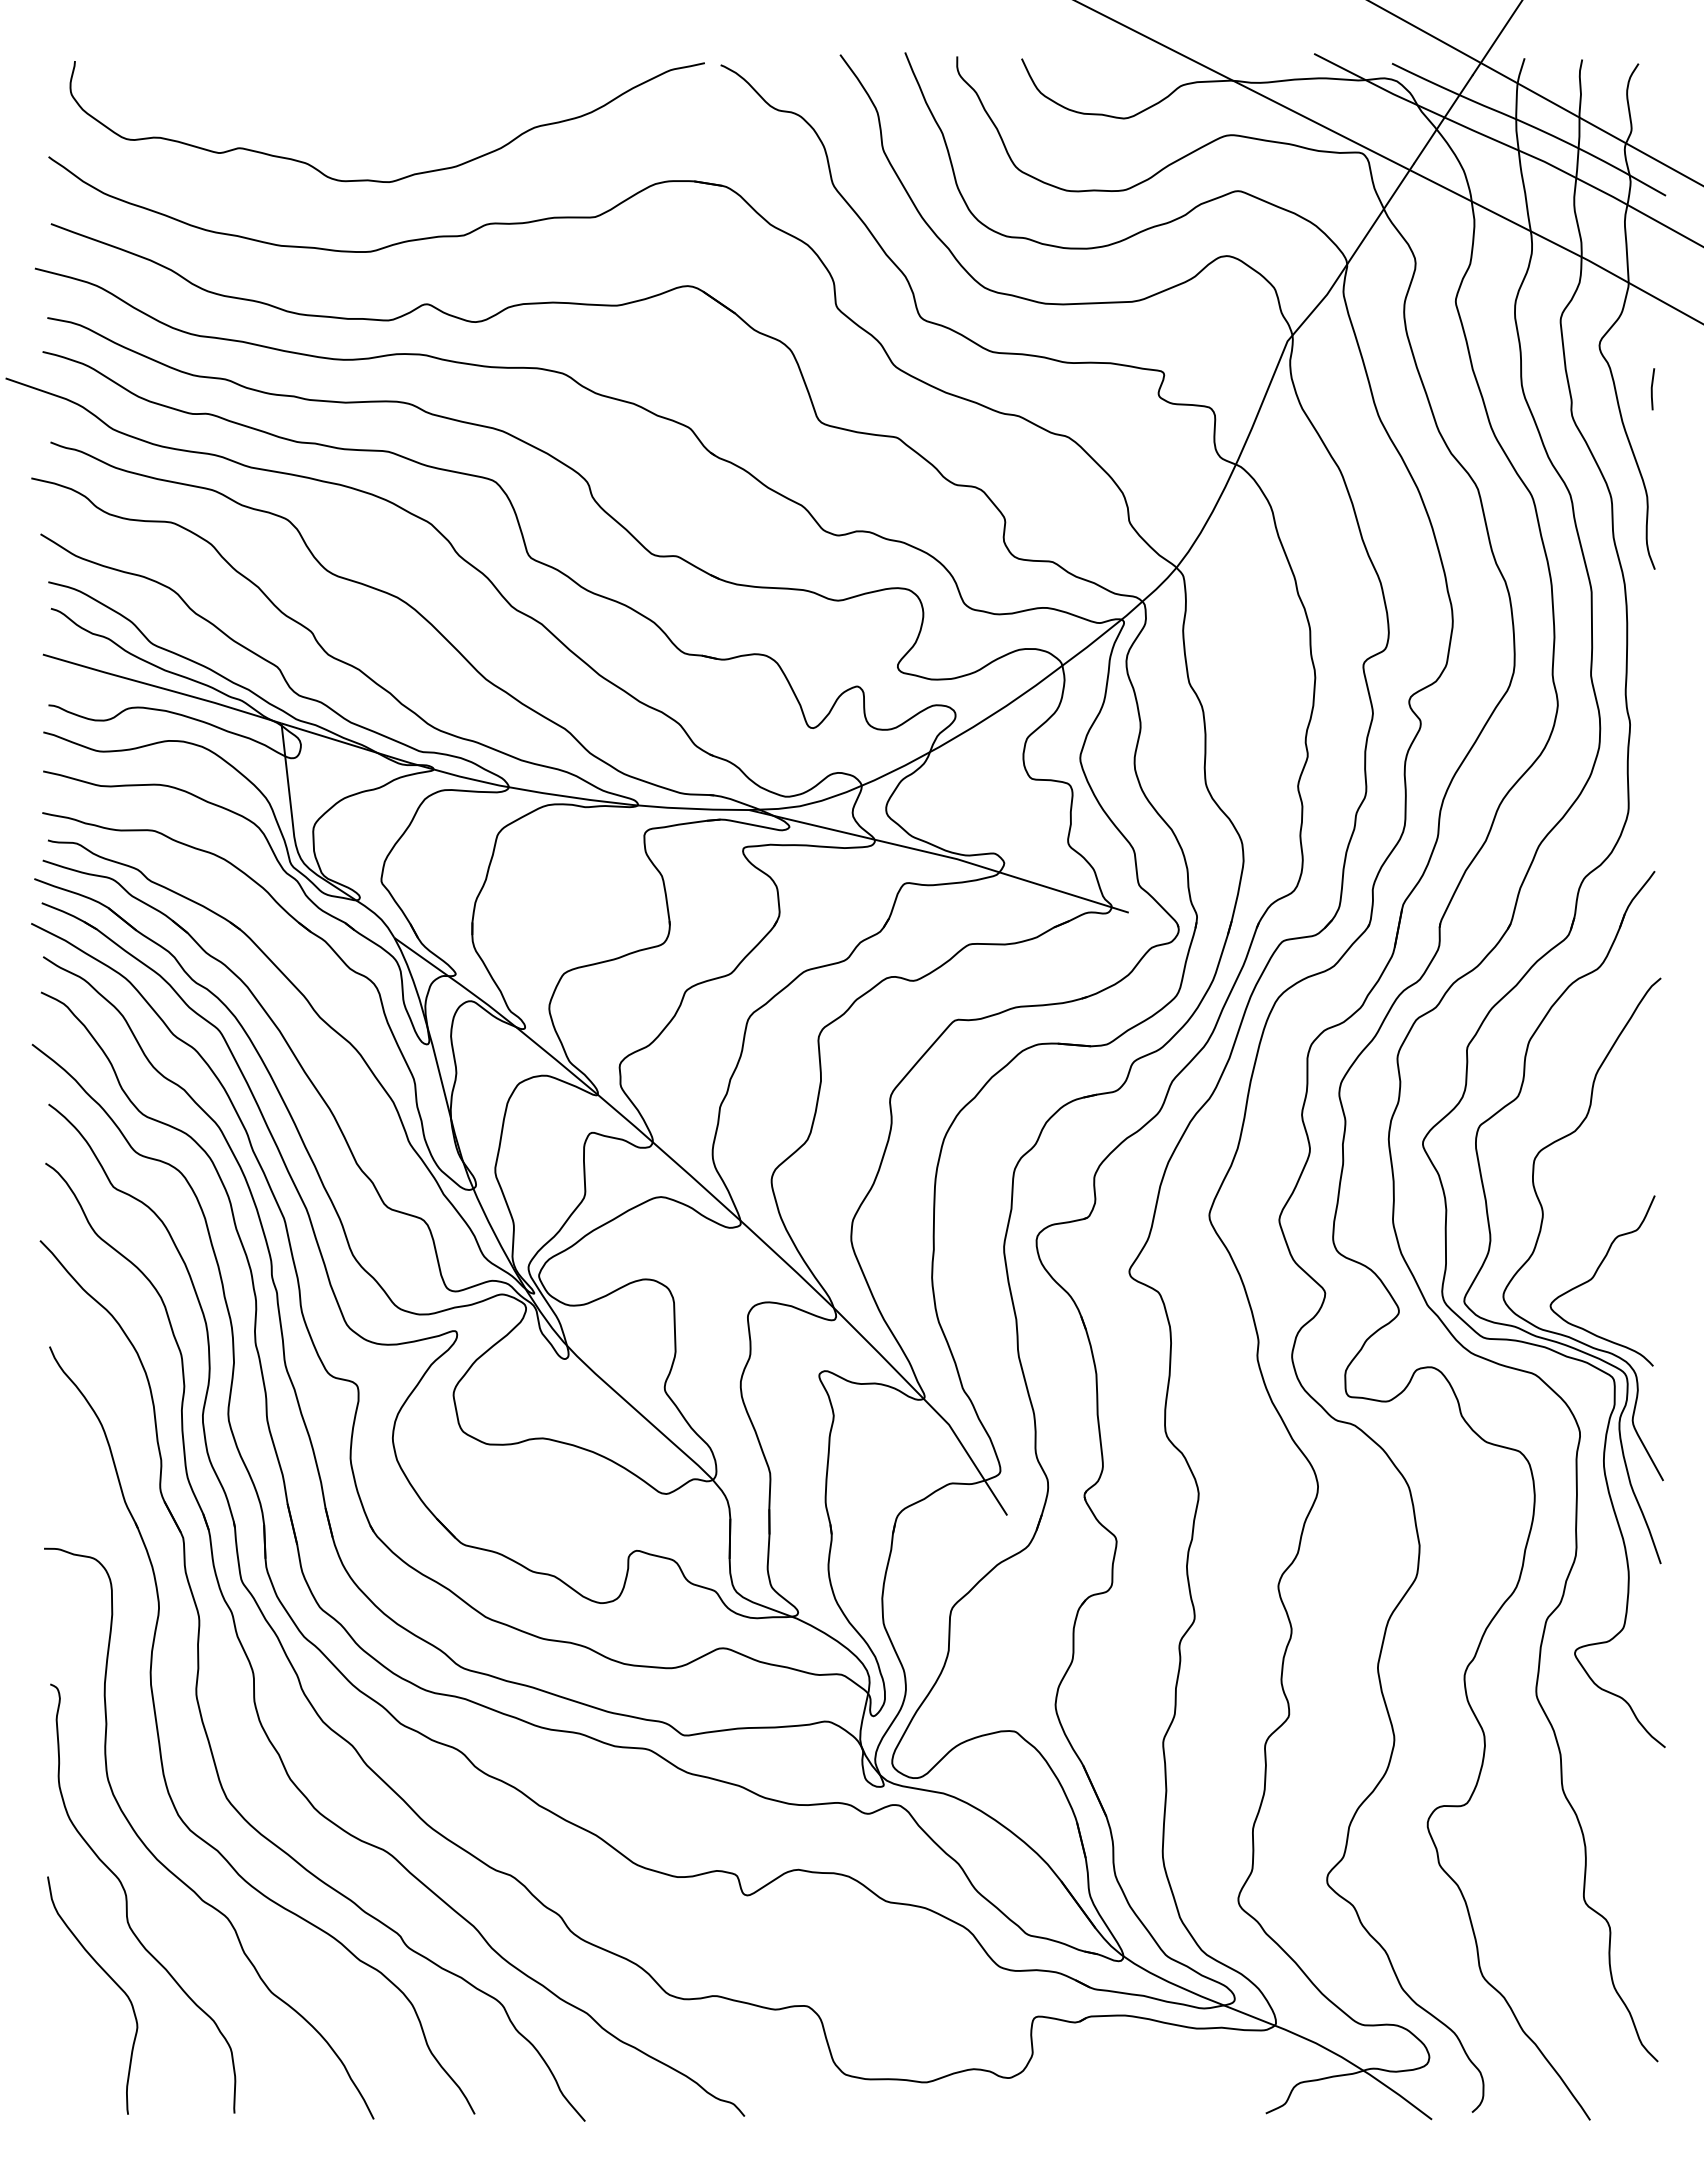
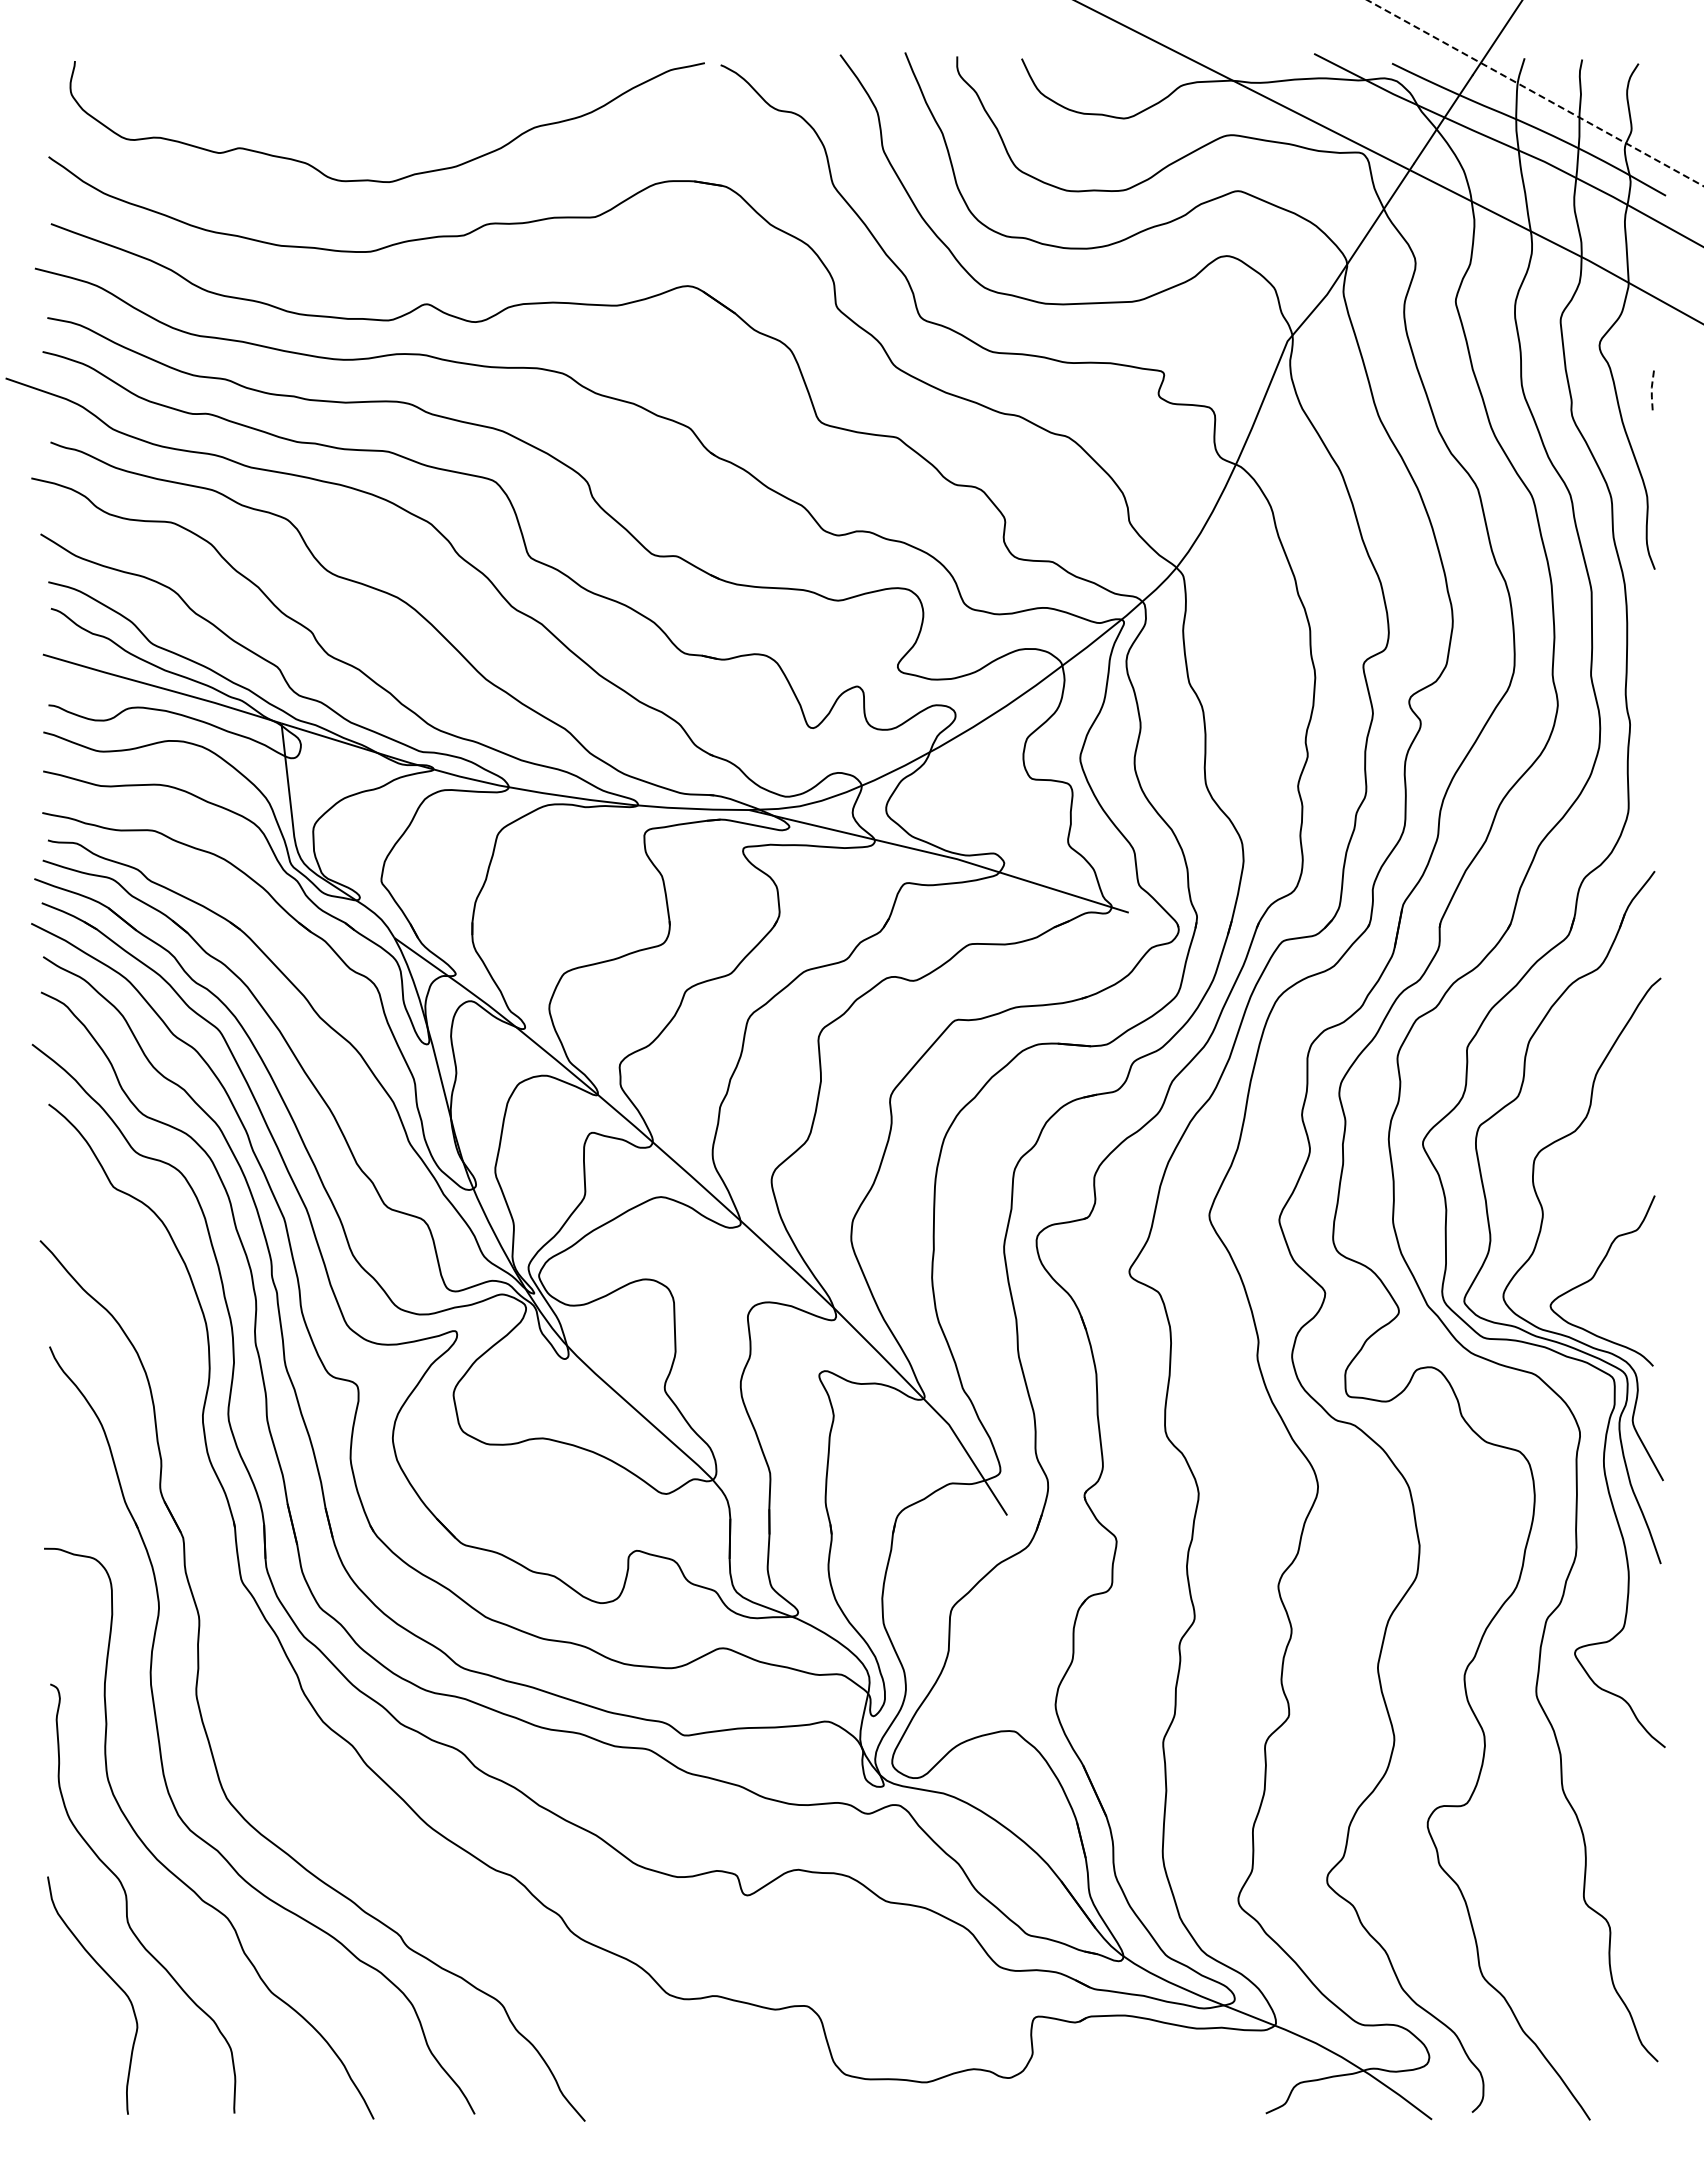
line at (1535, 93): solid -> dashed
line at (1651, 389): solid -> dashed
part at (254, 1673): present -> none
